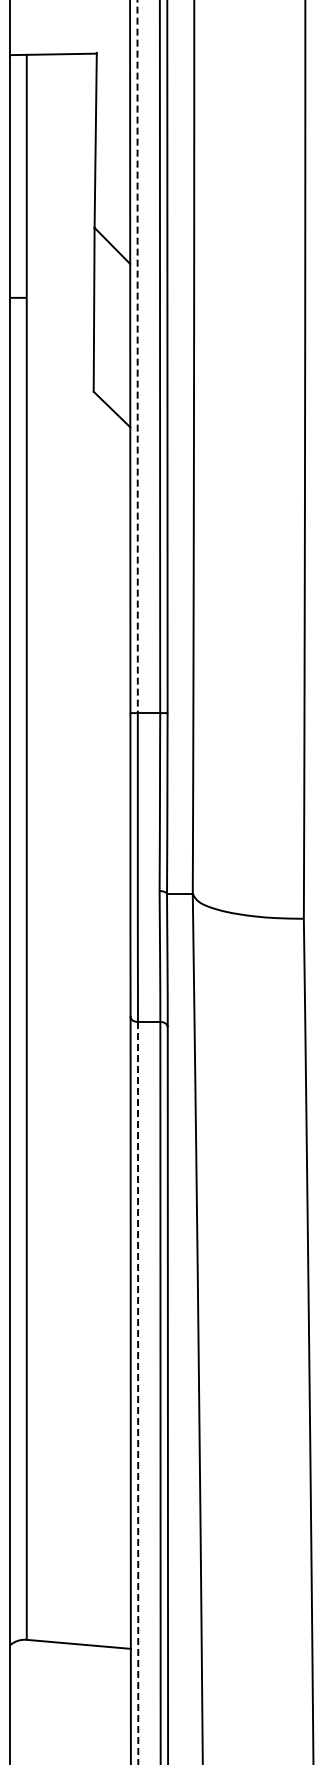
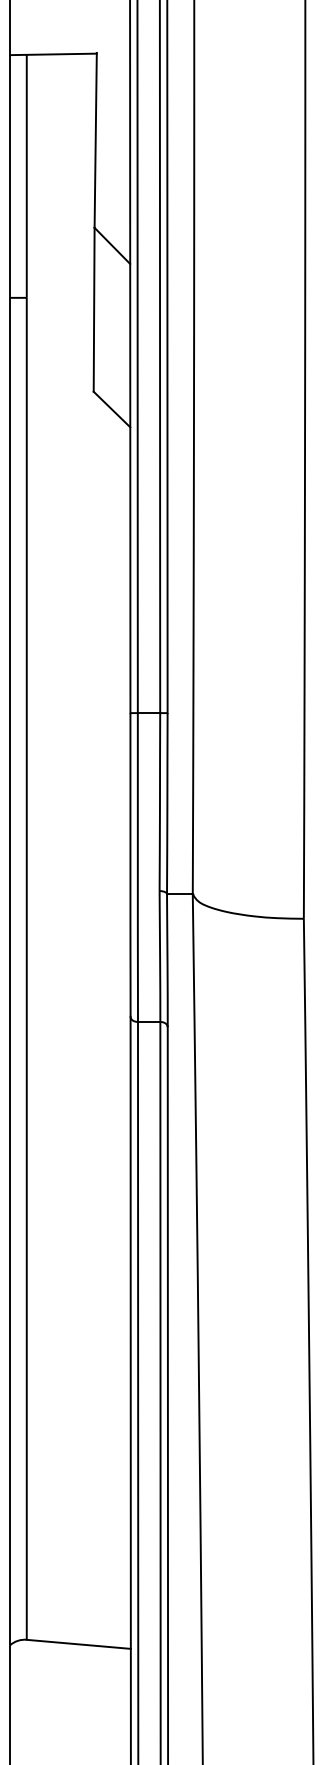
line at (137, 357): dashed -> solid
line at (138, 1393): dashed -> solid
